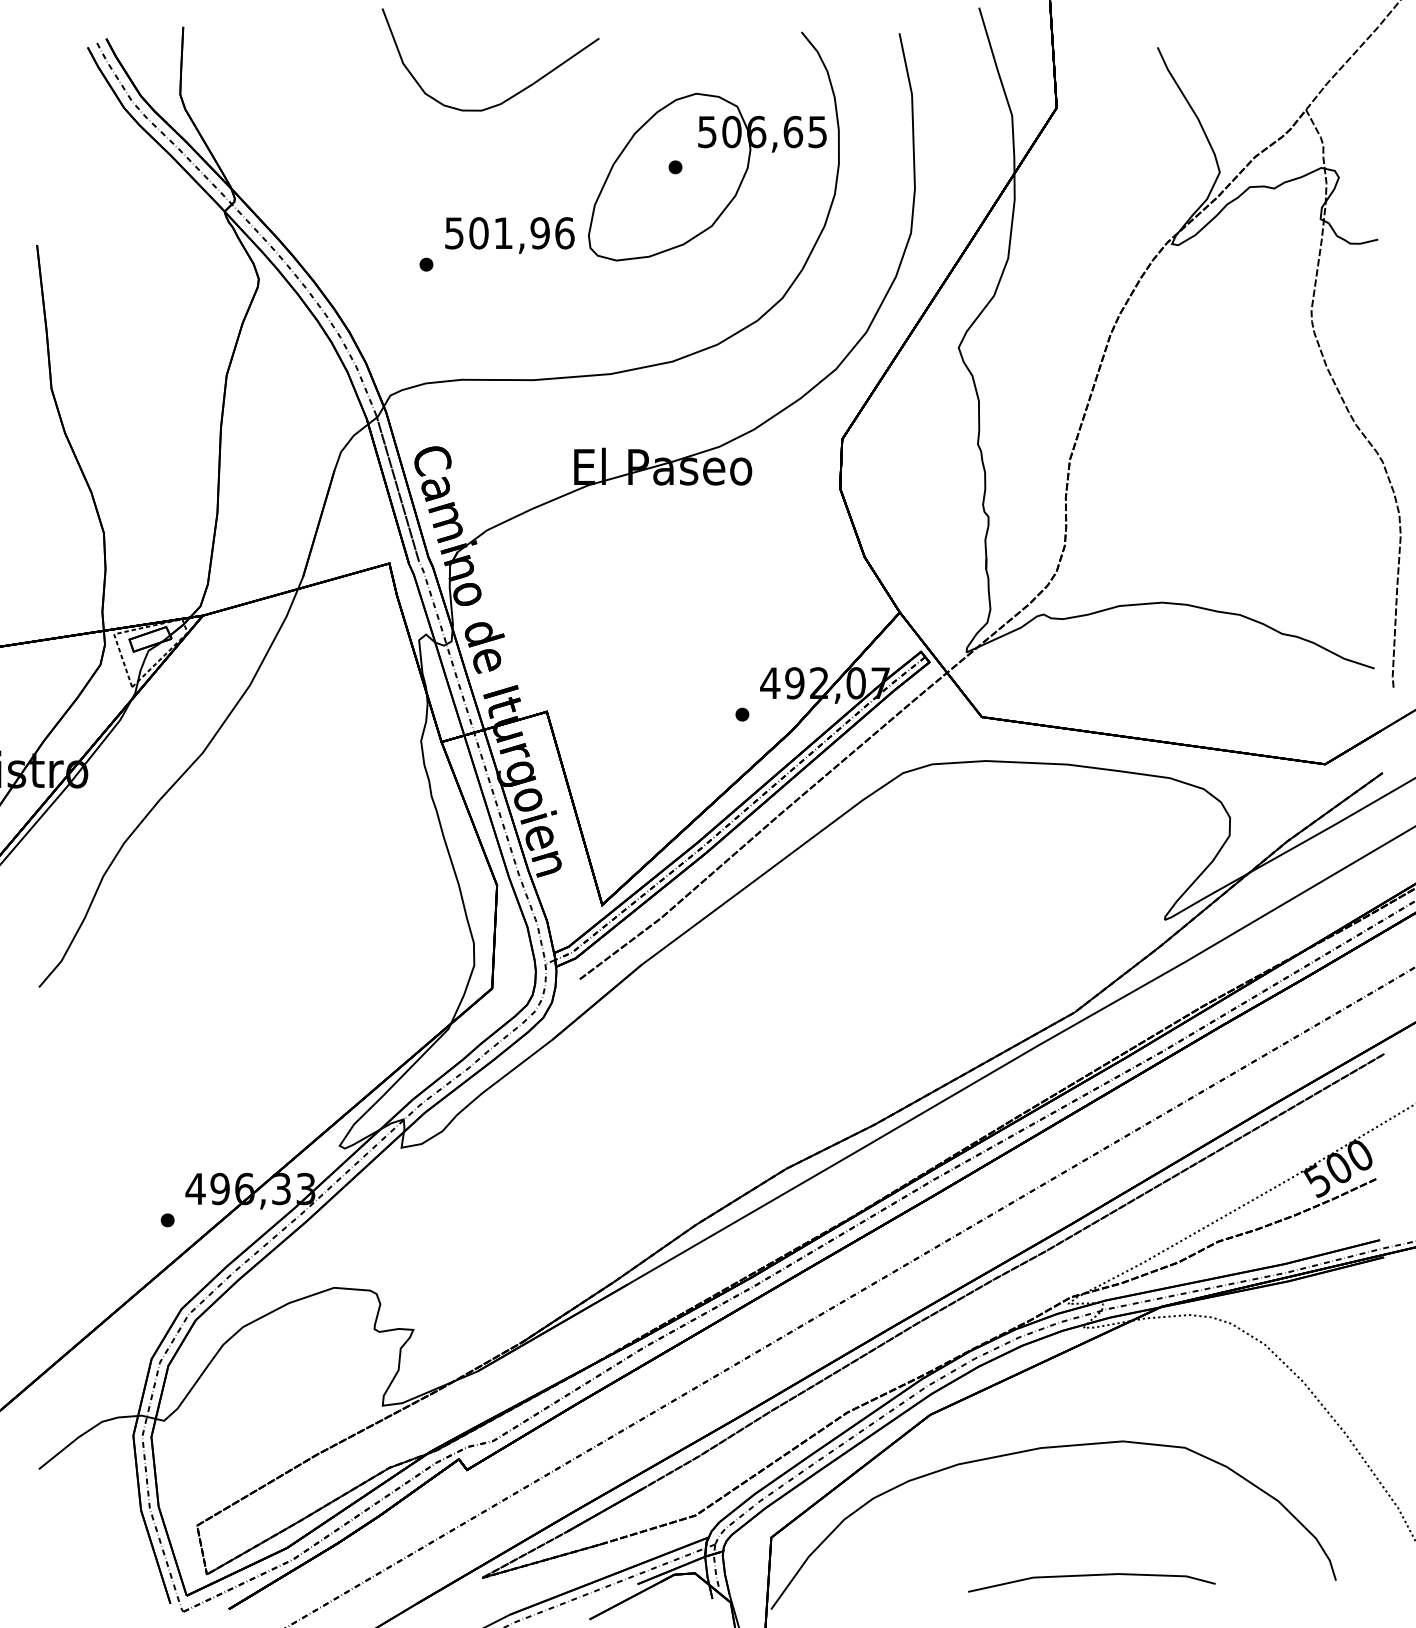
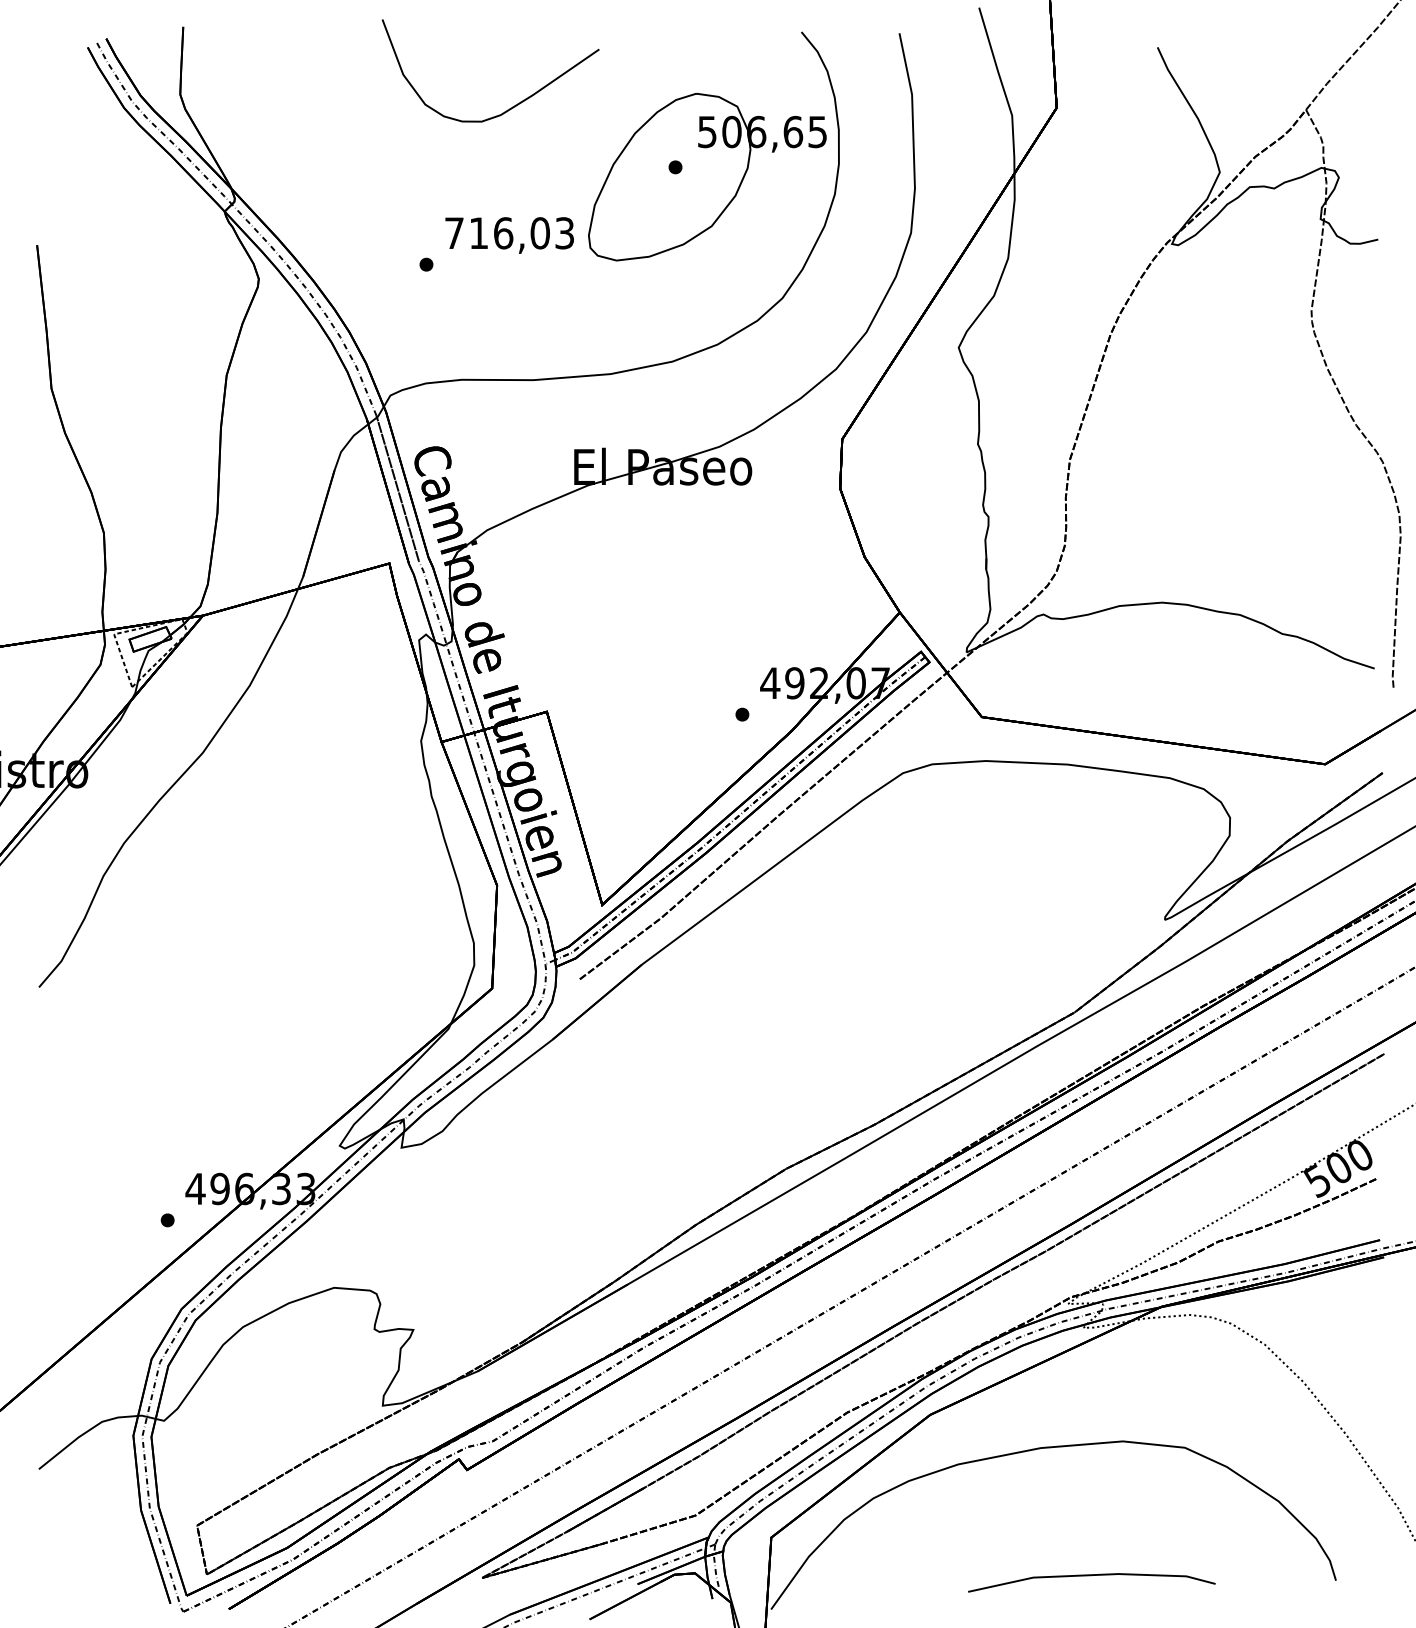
curve at (512, 95) position: (512, 95) -> (512, 106)
text at (509, 233): 501,96 -> 716,03
